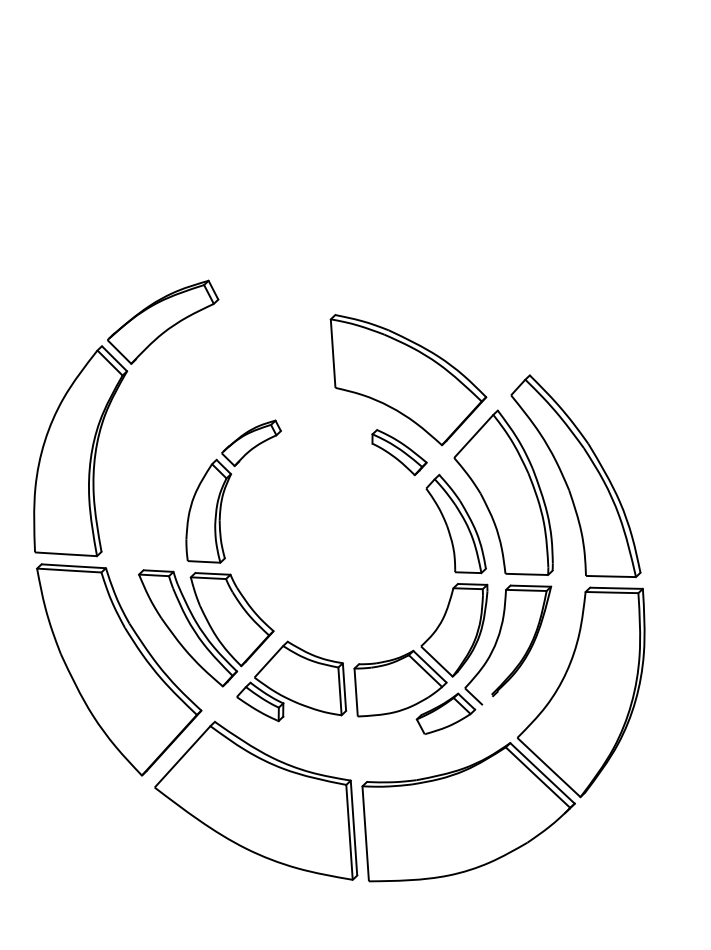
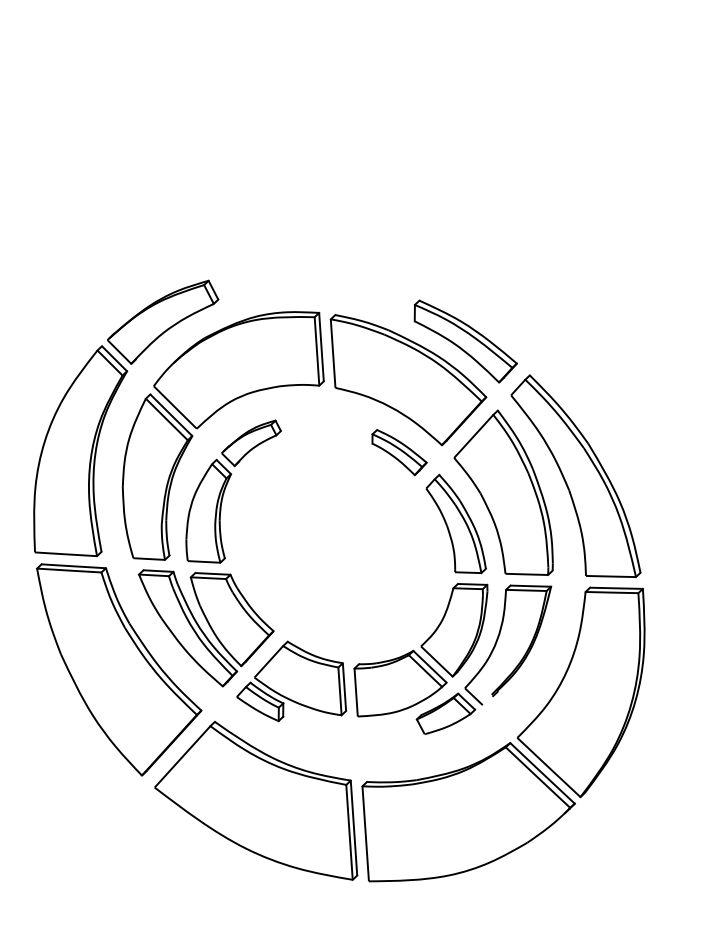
part at (465, 341): none -> present
part at (207, 420): none -> present
